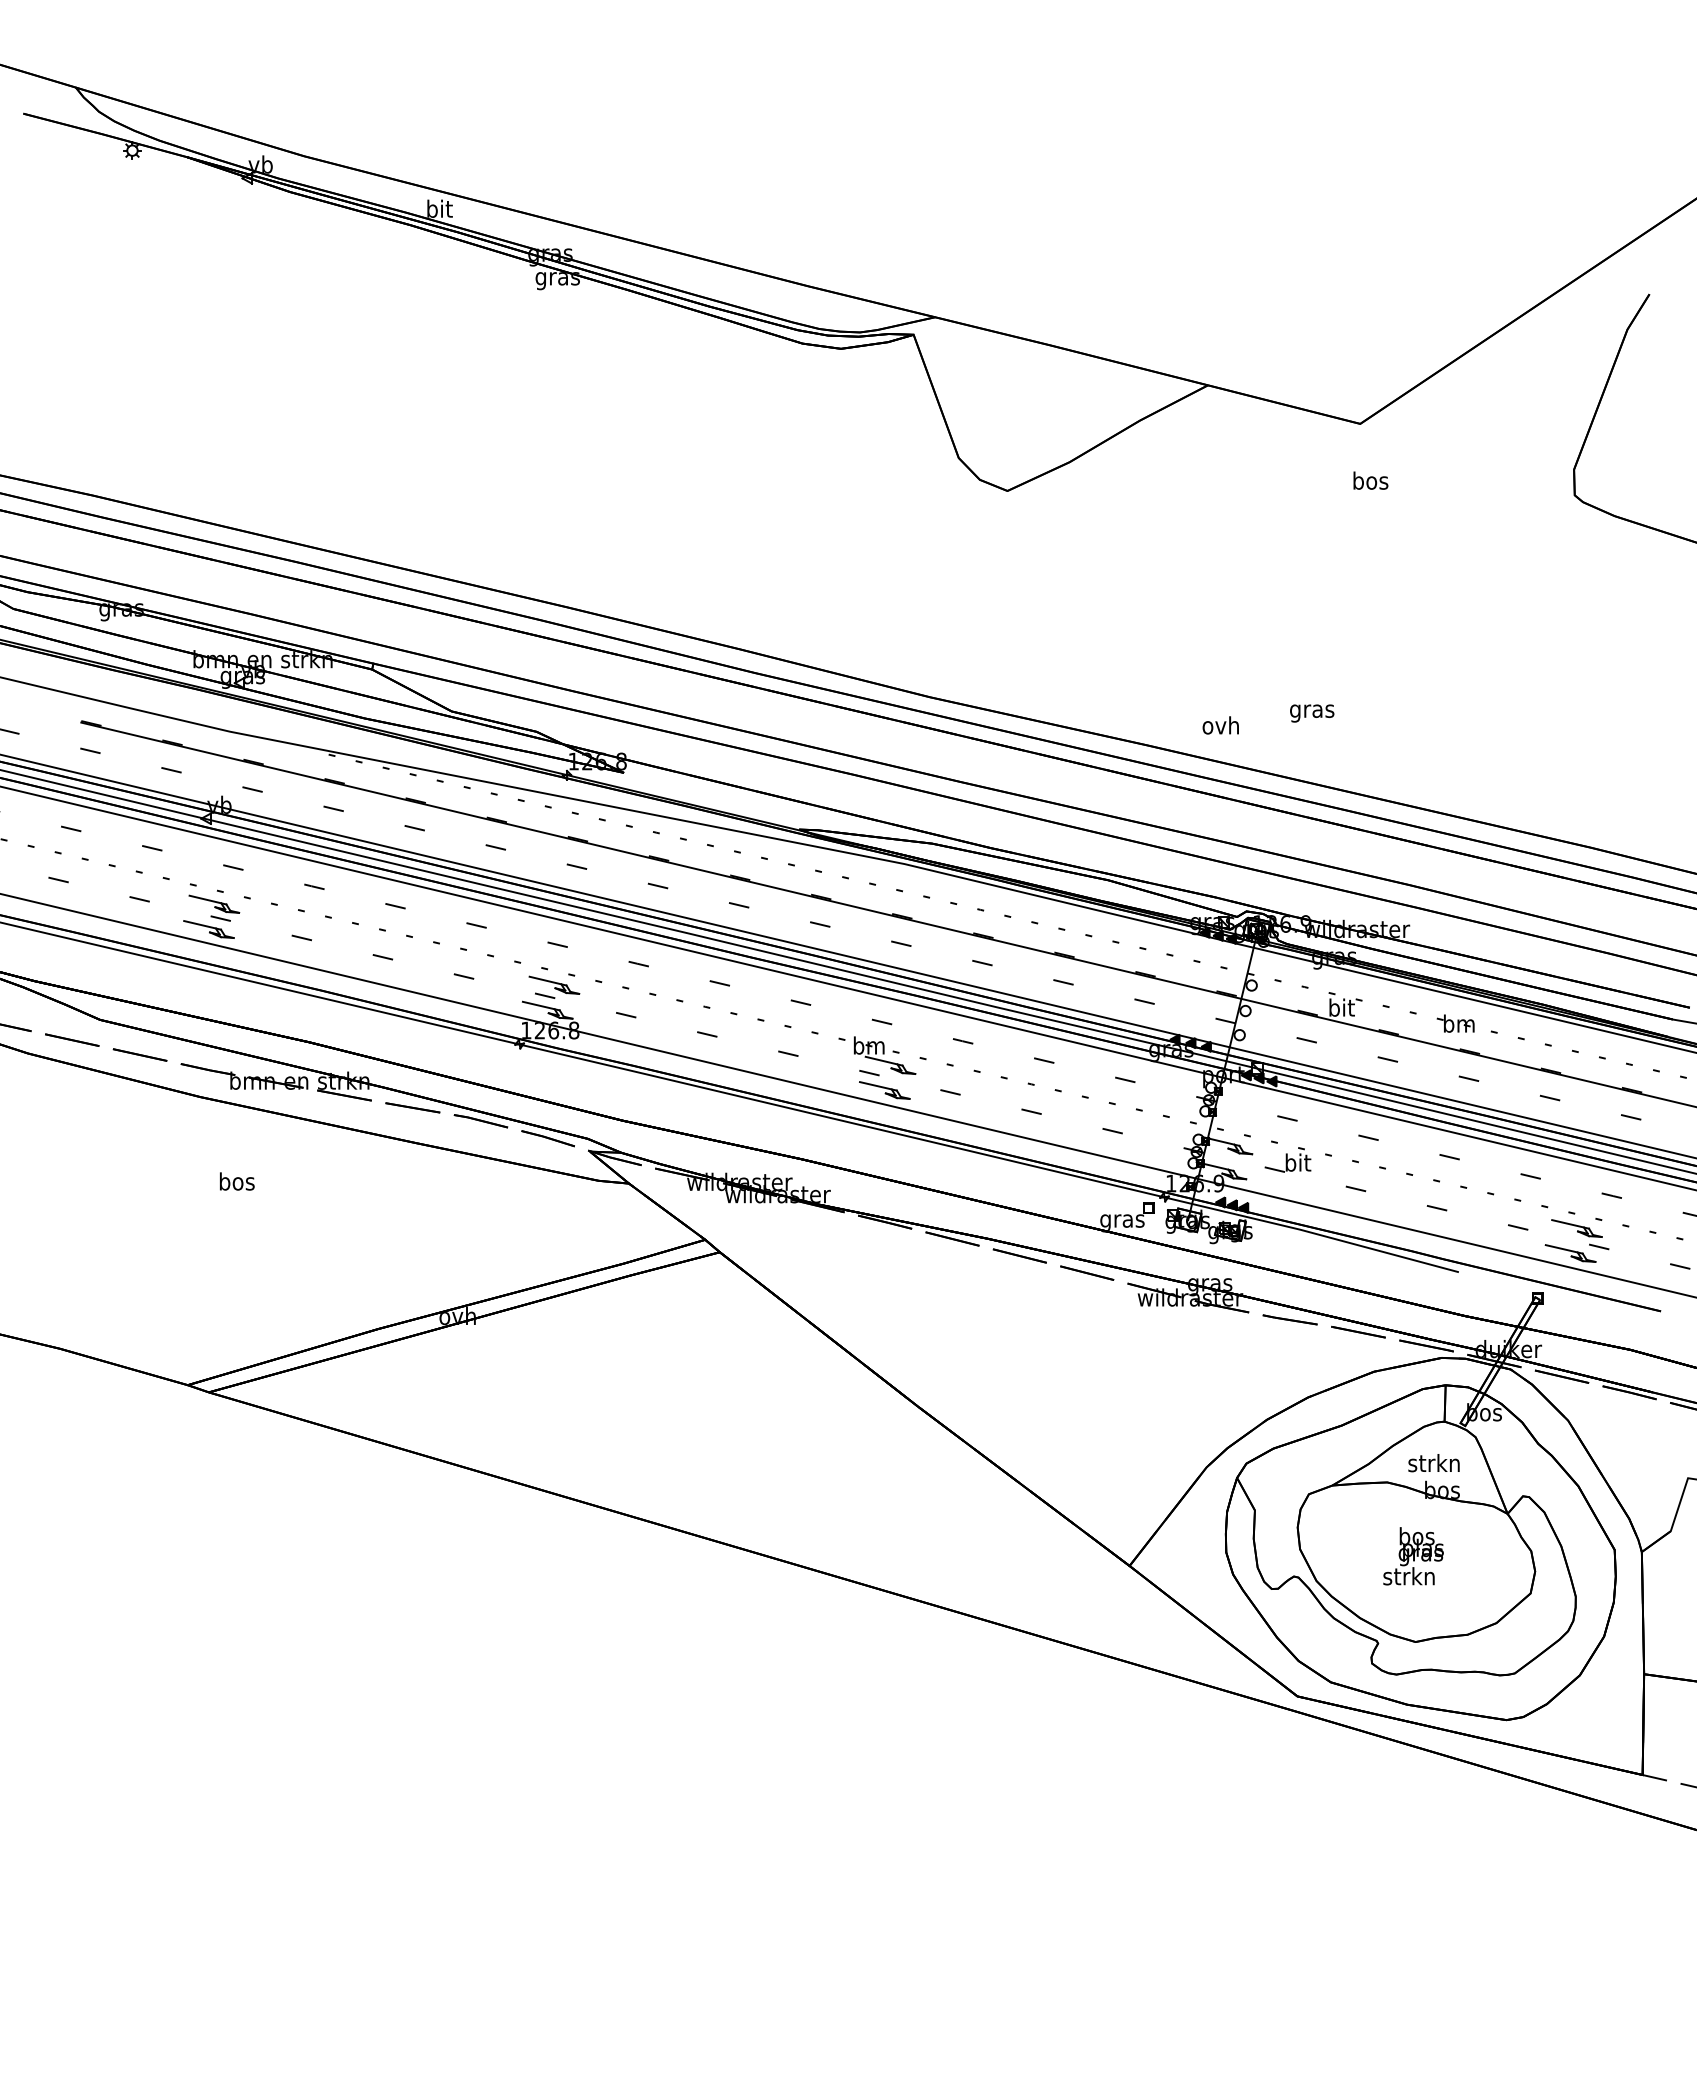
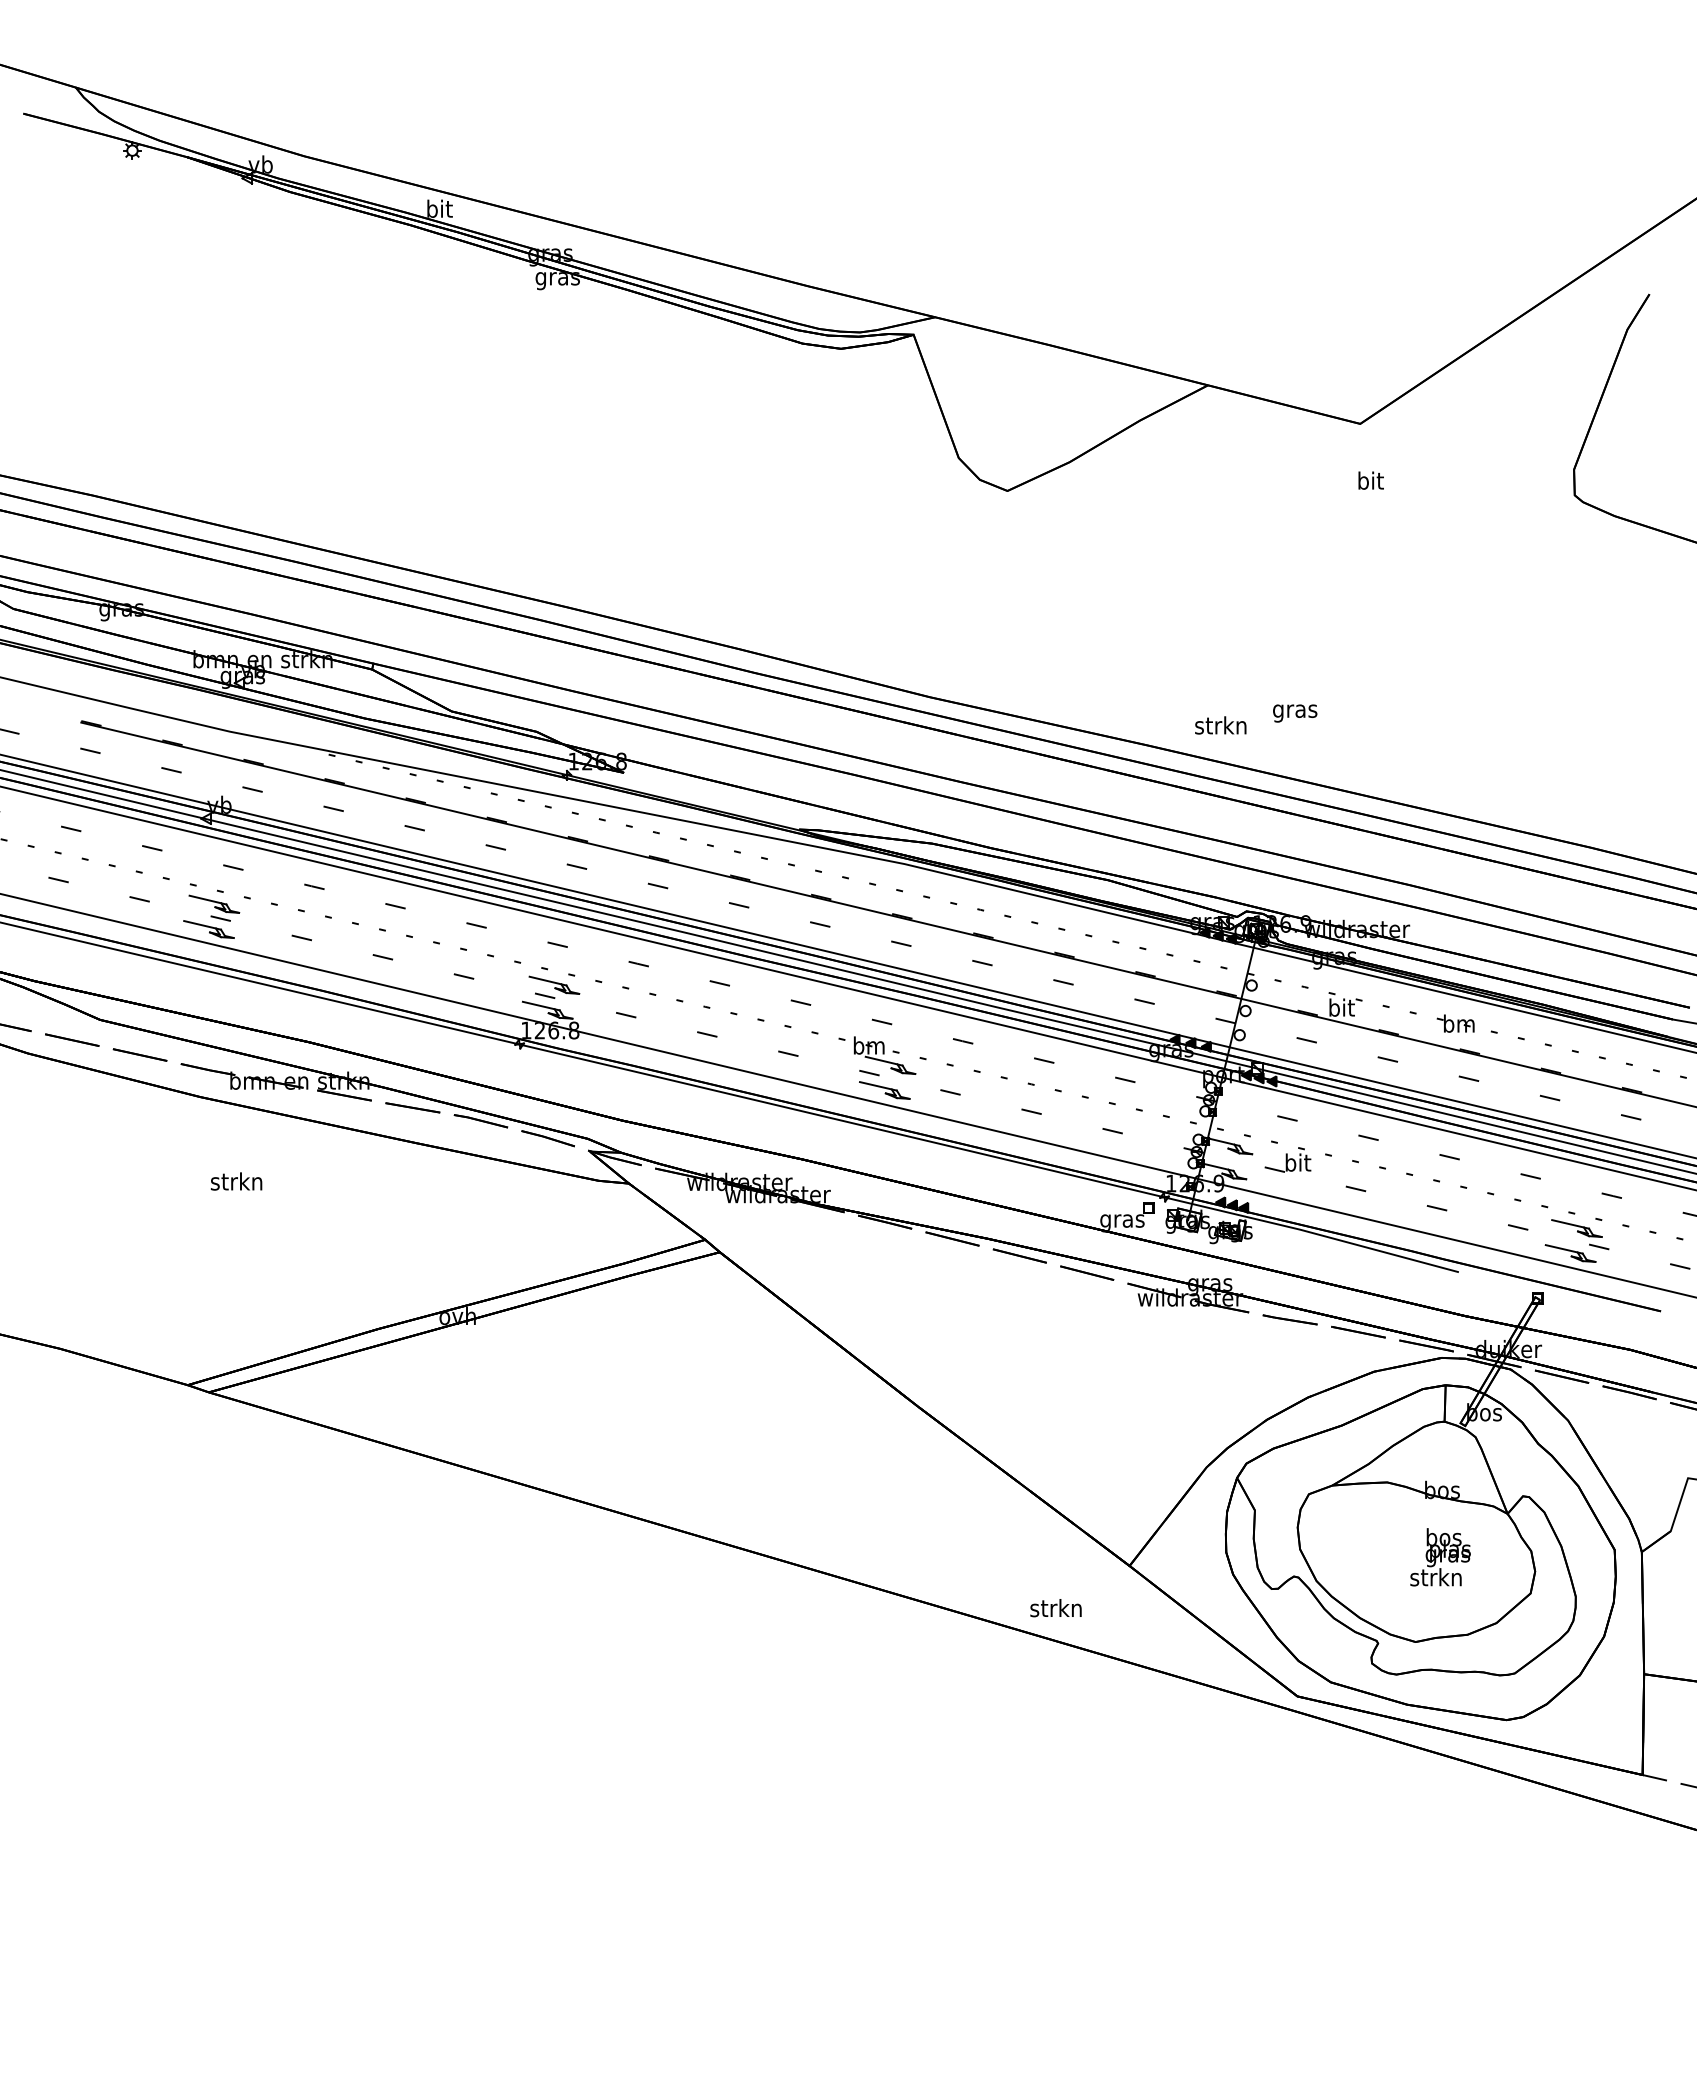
text at (1370, 480): bos -> bit
text at (1312, 713) position: (1312, 713) -> (1295, 713)
text at (1220, 725): ovh -> strkn
text at (236, 1181): bos -> strkn
text at (1433, 1463) position: (1433, 1463) -> (1055, 1608)
text at (1413, 1556) position: (1413, 1556) -> (1440, 1557)
